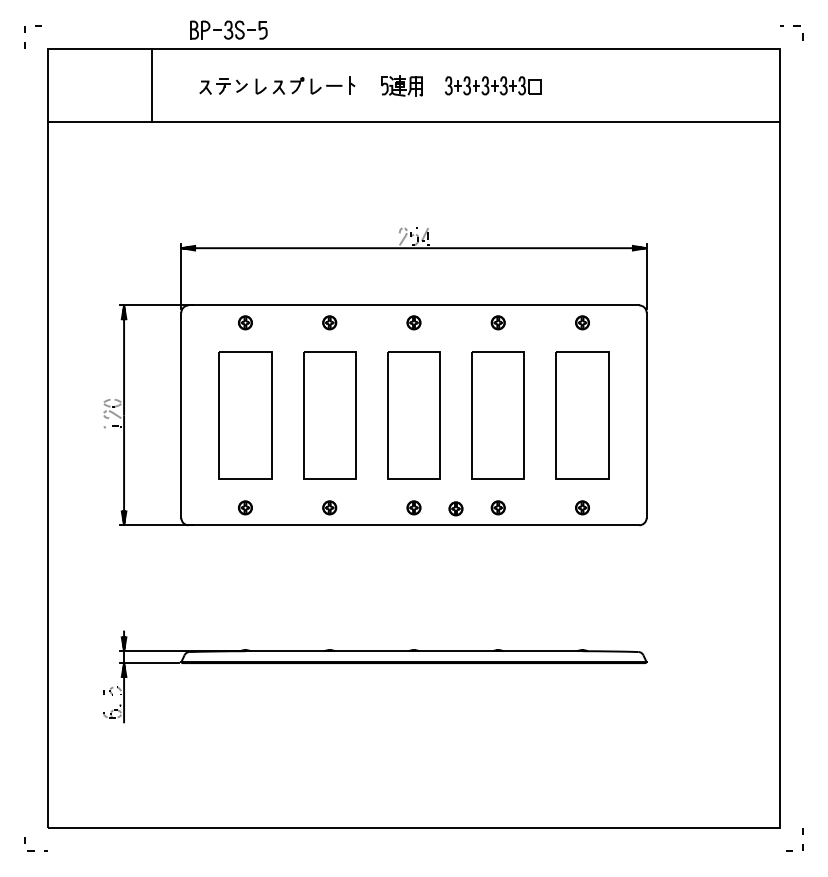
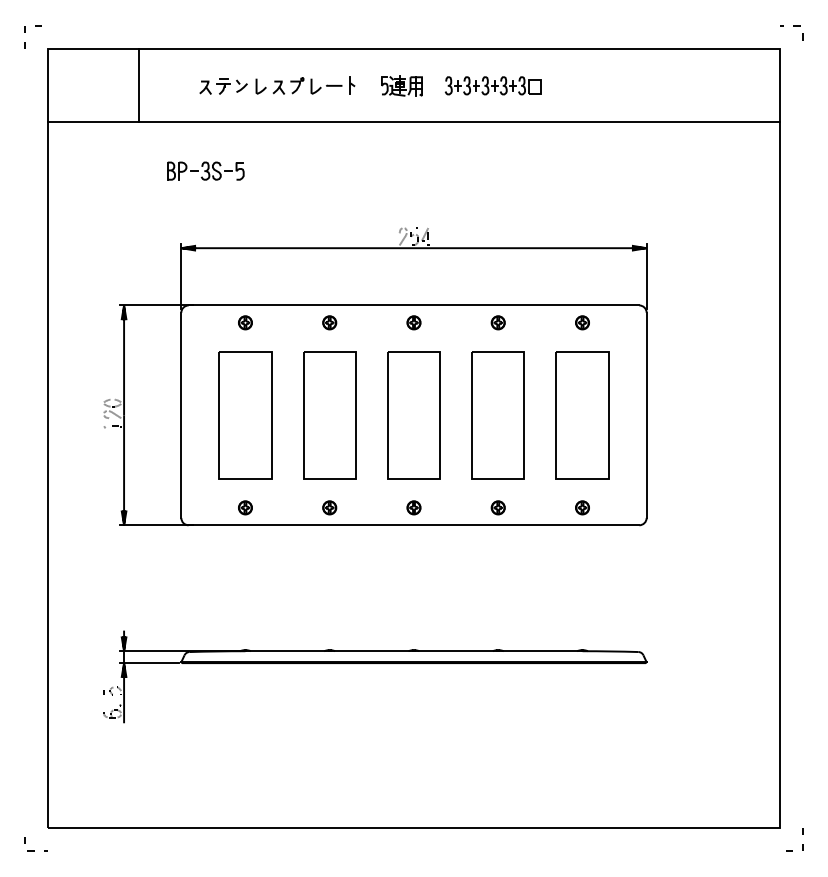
part at (228, 29) position: (228, 29) -> (205, 170)
line at (152, 85) position: (152, 85) -> (139, 85)
part at (455, 508): present -> none
